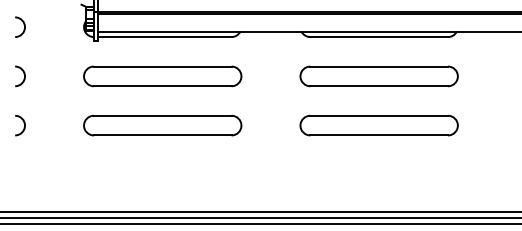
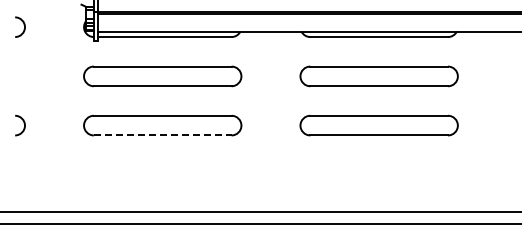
arc at (23, 74): present -> none
line at (162, 135): solid -> dashed
line at (260, 218): present -> none
